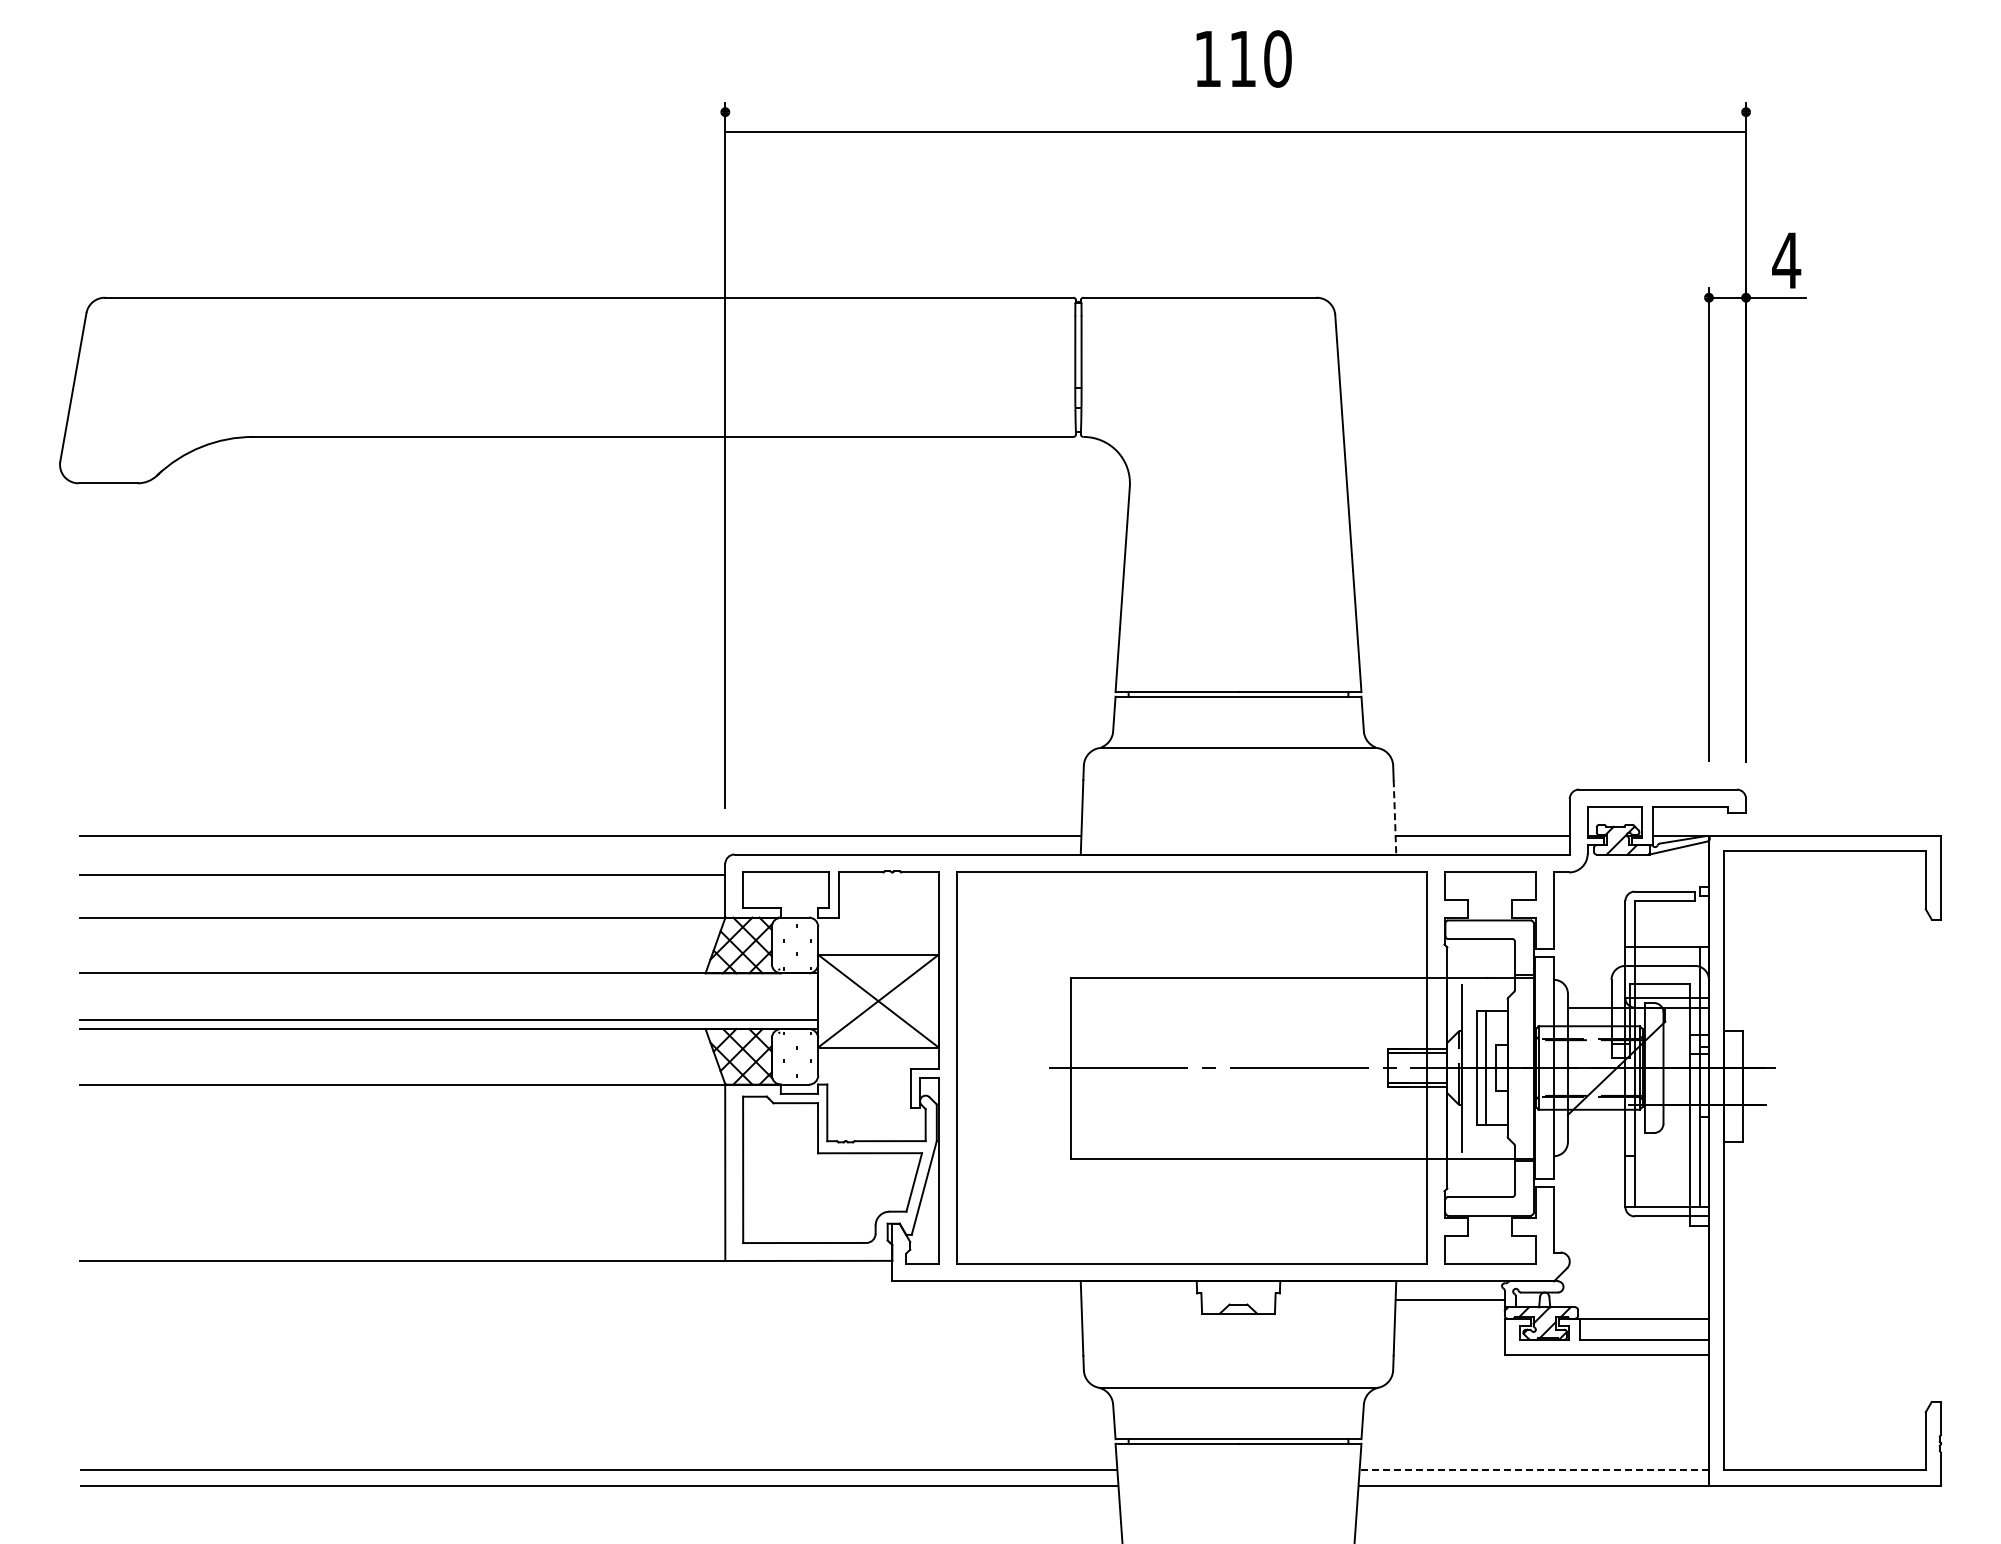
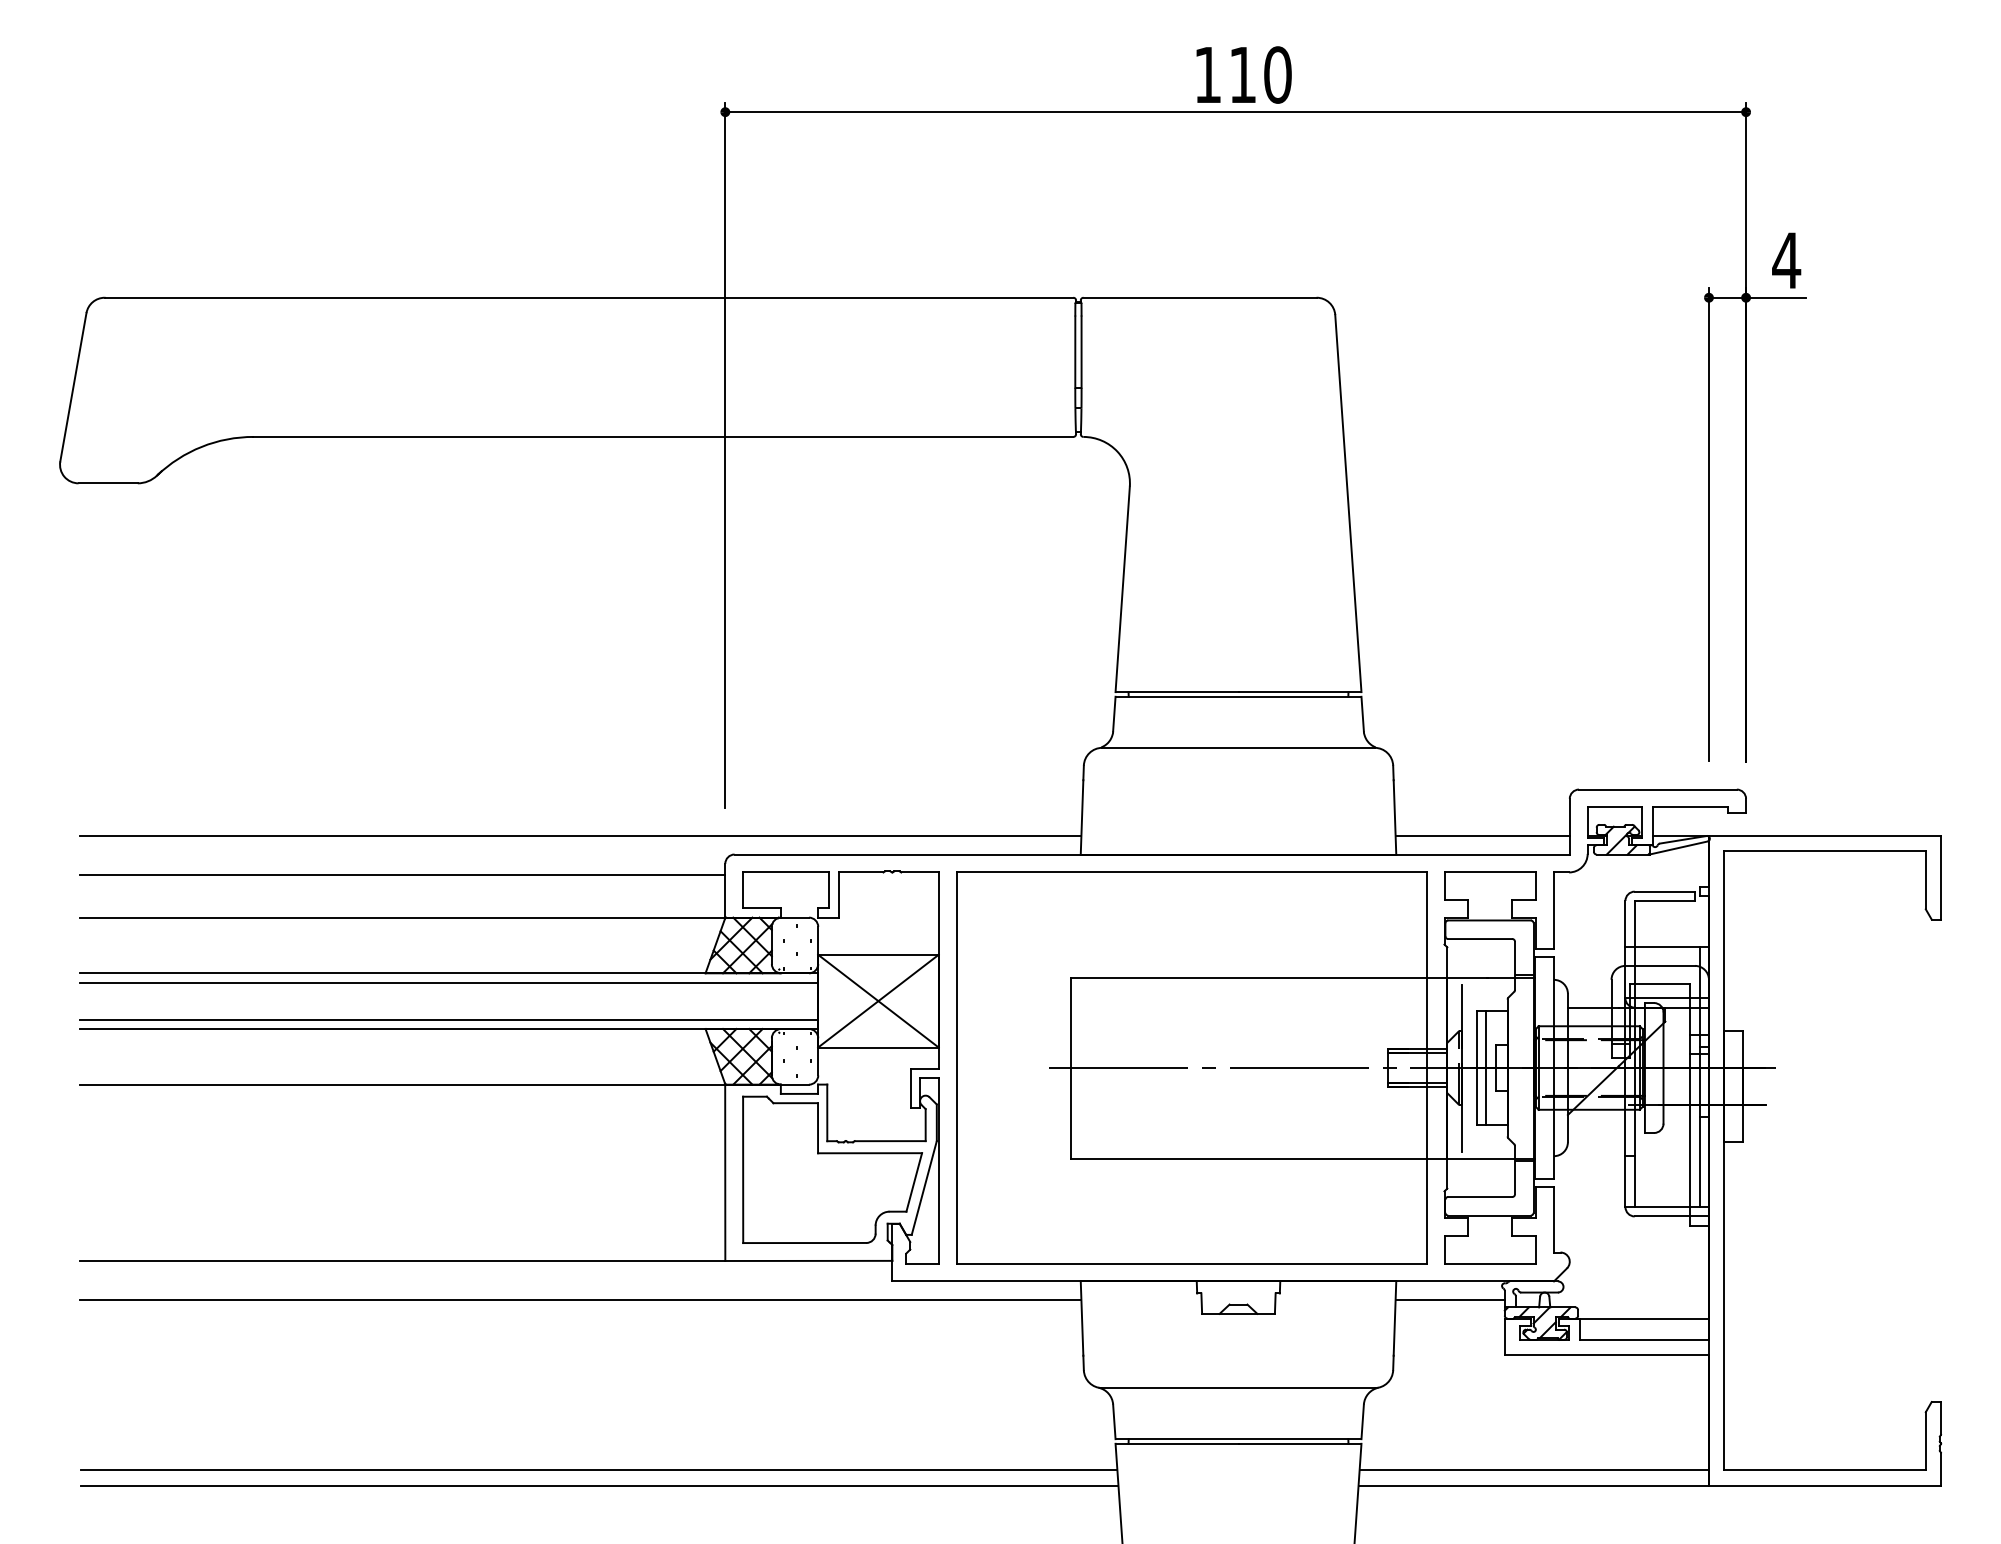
text at (1243, 58) position: (1243, 58) -> (1243, 74)
line at (1235, 132) position: (1235, 132) -> (1235, 112)
line at (1394, 817): dashed -> solid
line at (449, 982): none -> present
line at (580, 1299): none -> present
line at (1534, 1470): dashed -> solid
